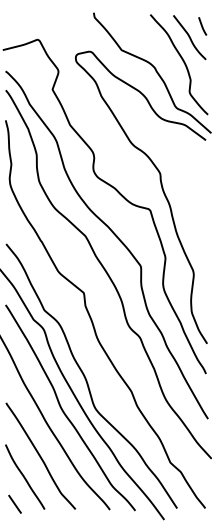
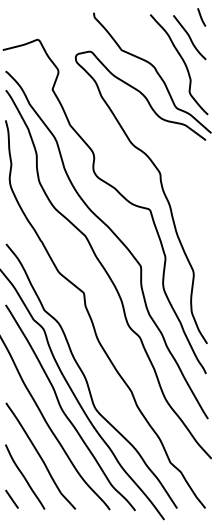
line at (202, 26) position: (202, 26) -> (201, 17)
line at (14, 503) position: (14, 503) -> (11, 498)
